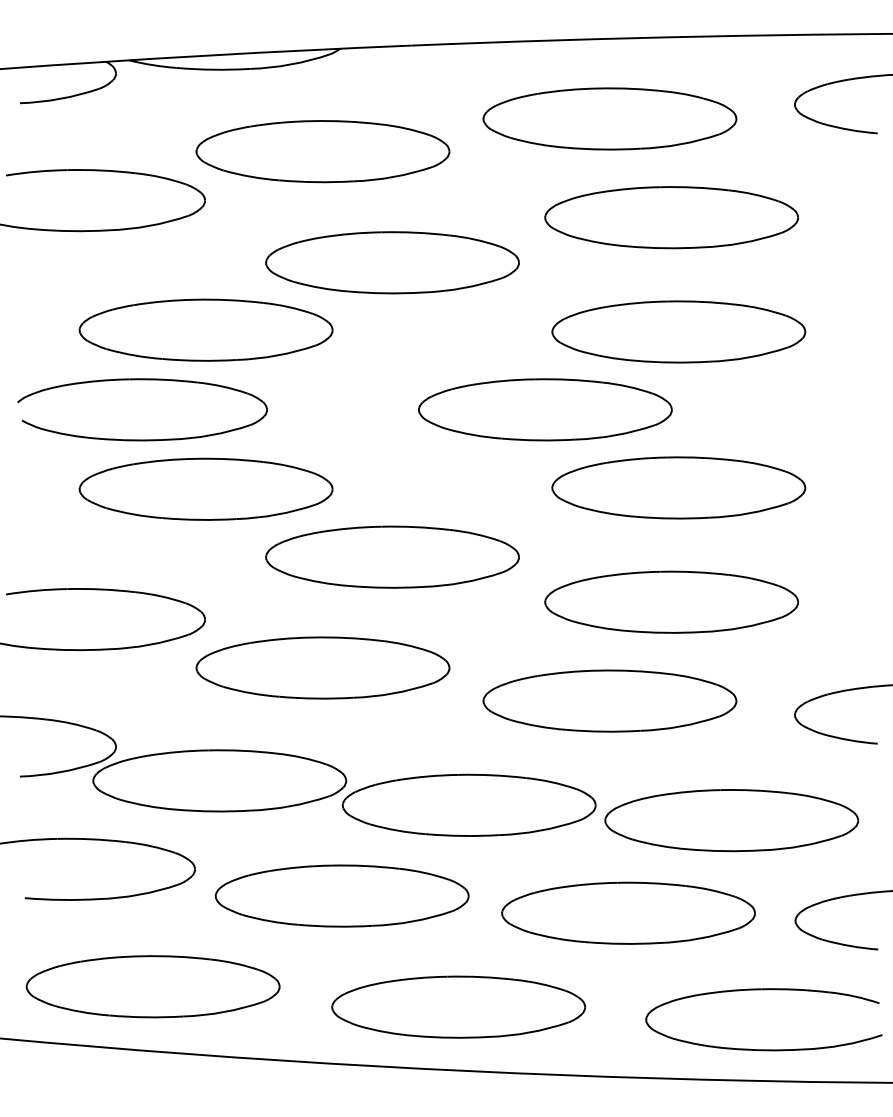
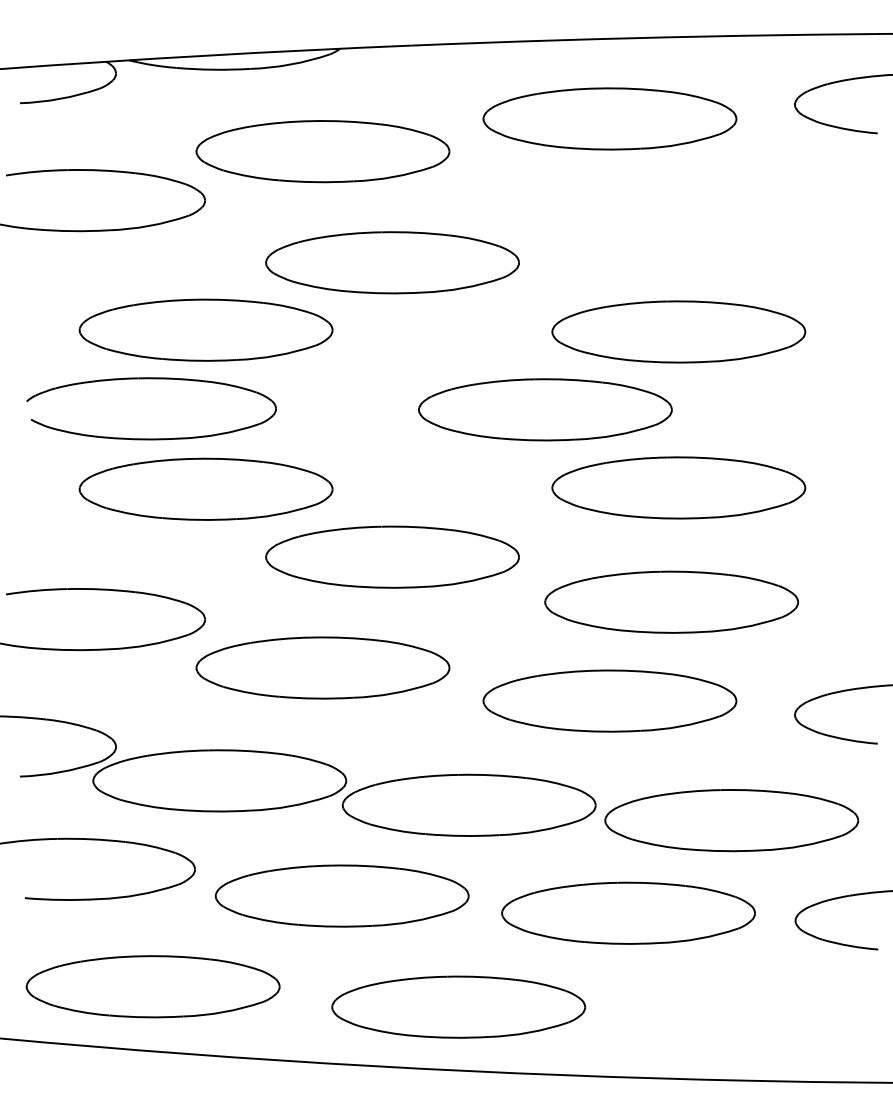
part at (671, 217): present -> none
part at (142, 380) position: (142, 380) -> (151, 379)
part at (763, 990): present -> none
